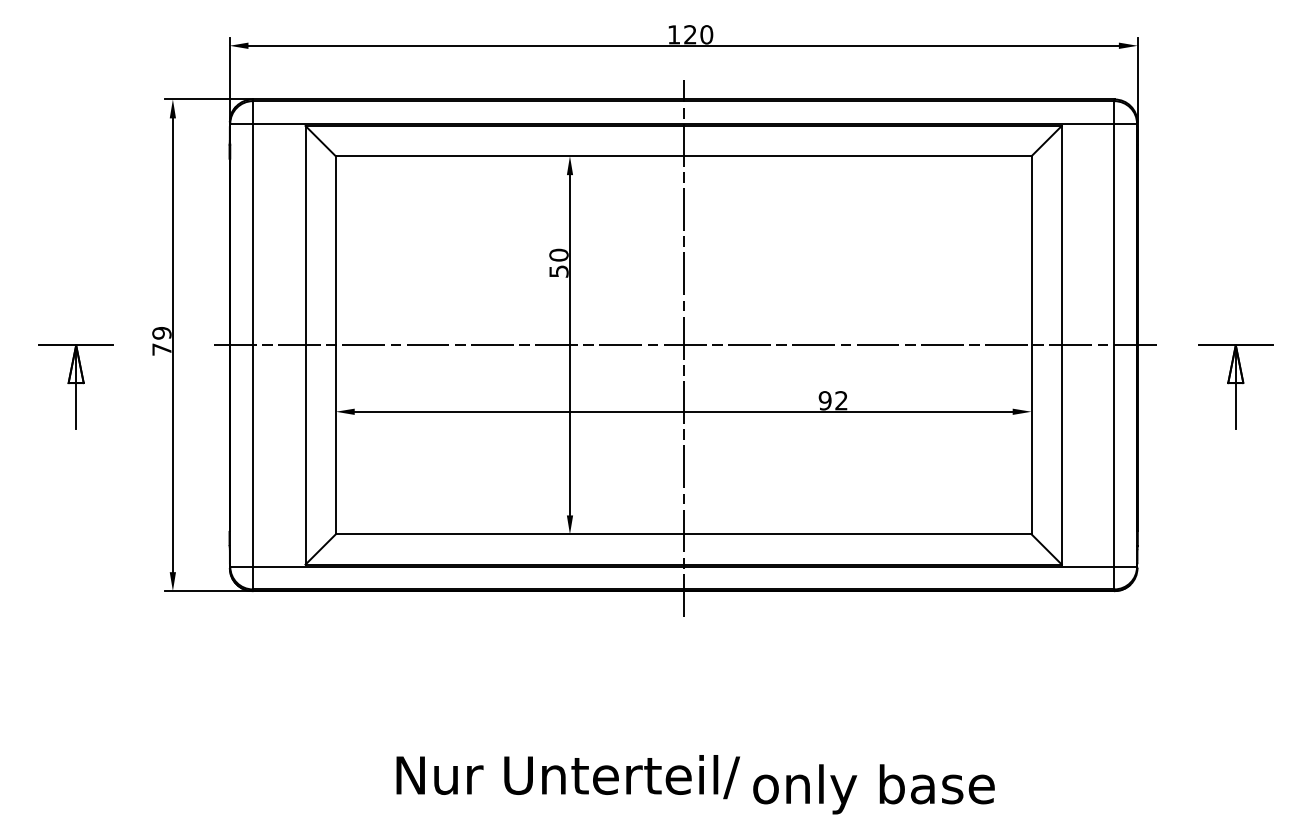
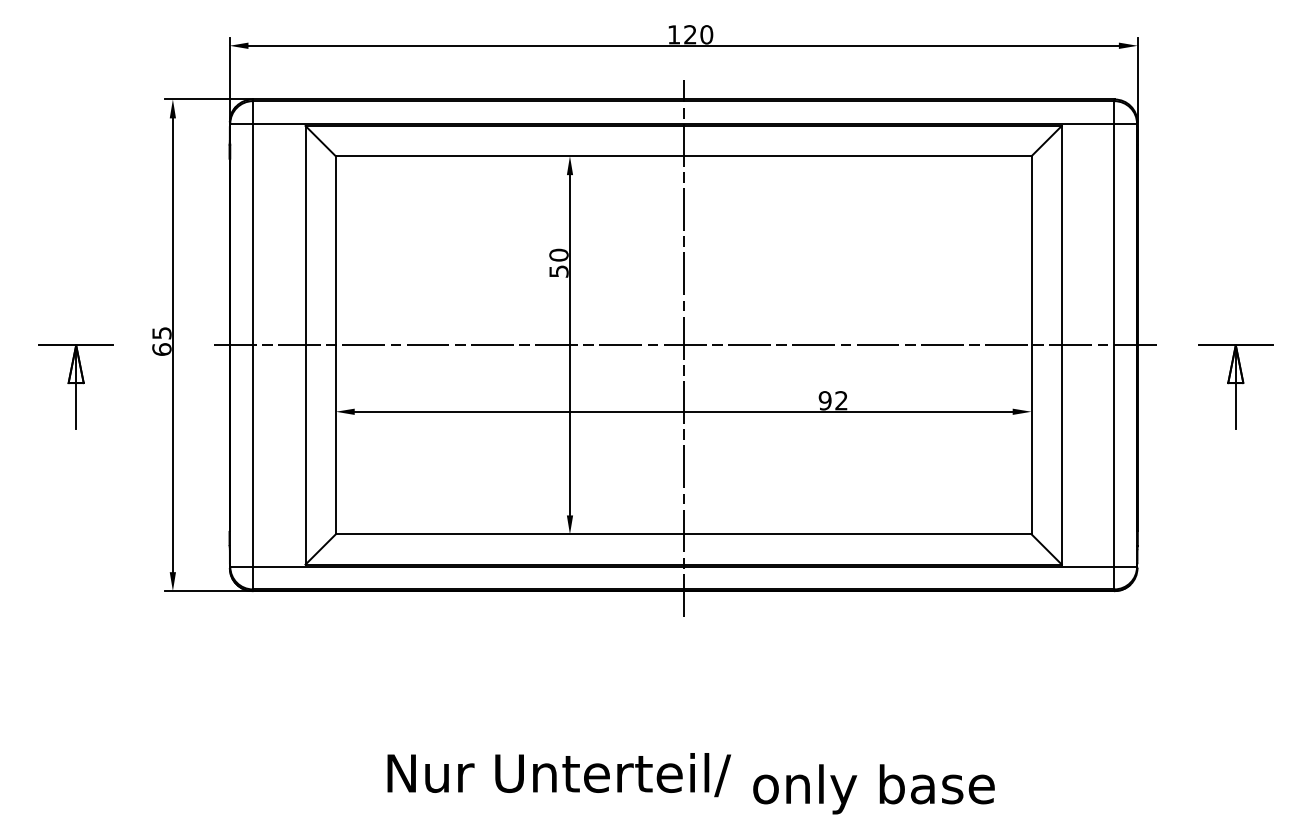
text at (161, 341): 79 -> 65
text at (567, 777) position: (567, 777) -> (558, 775)
